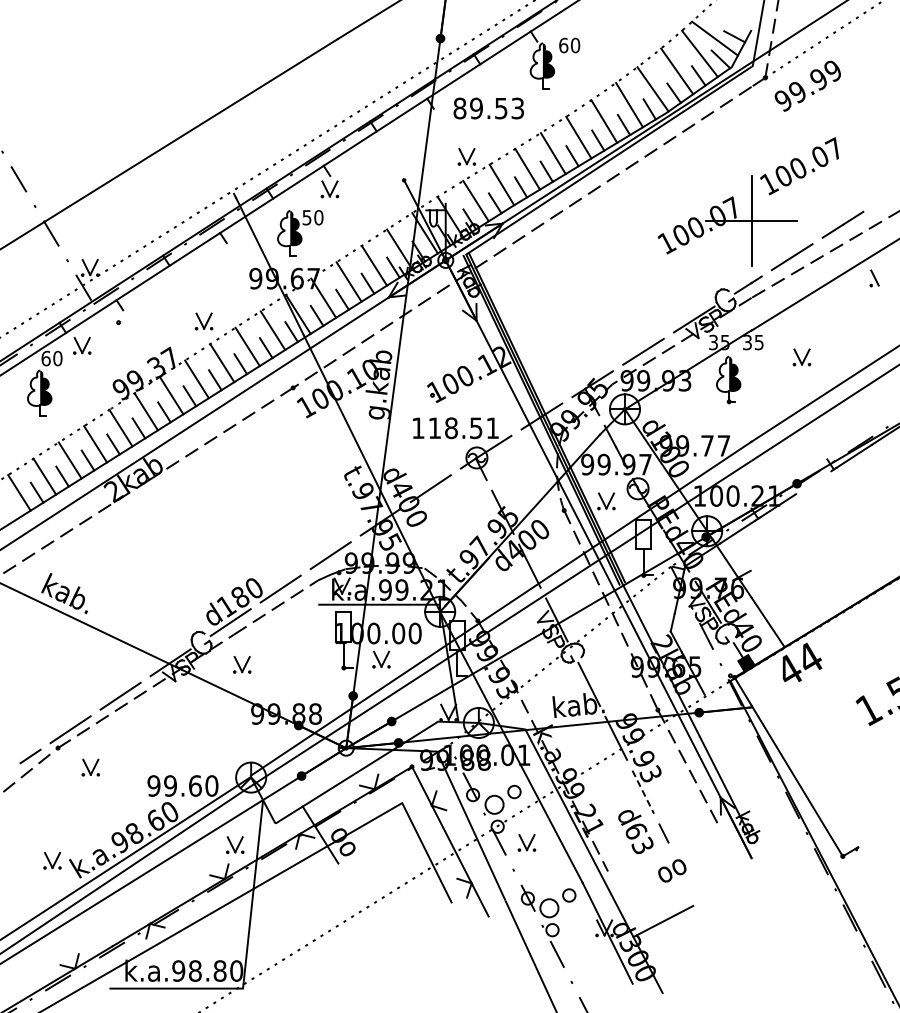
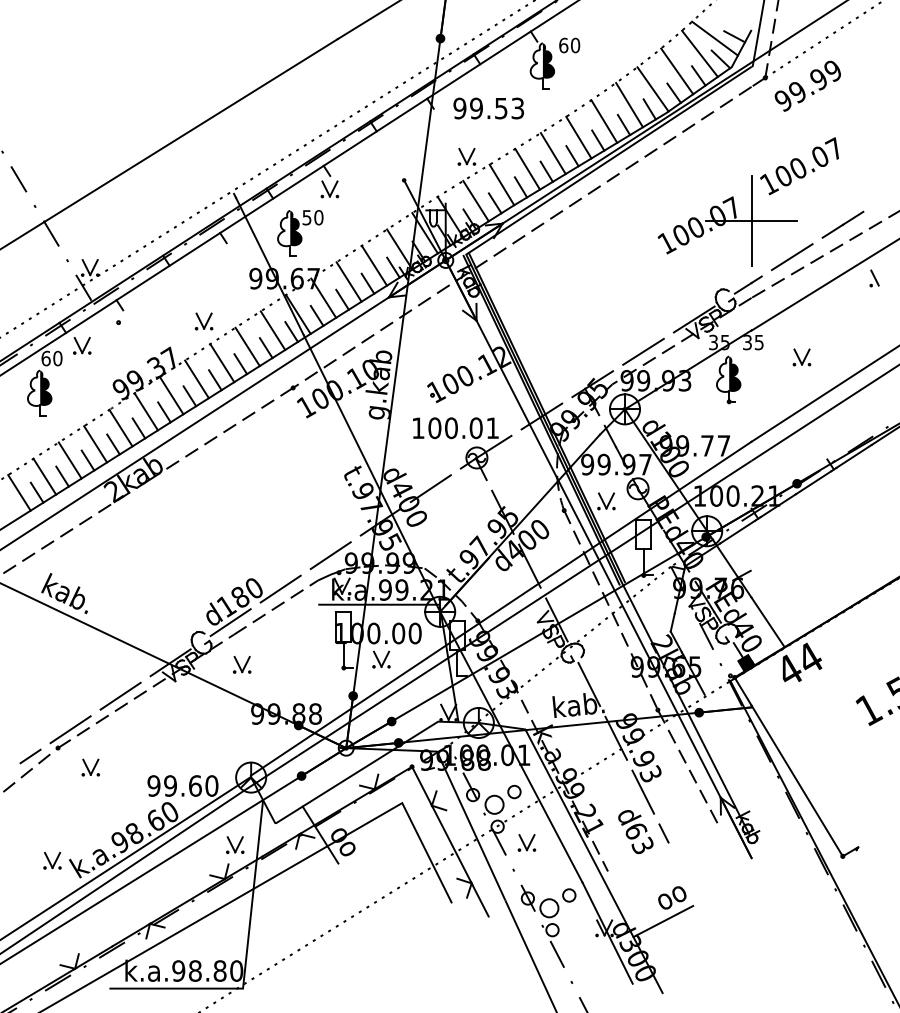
text at (459, 108): 89.53 -> 99.53
text at (455, 428): 118.51 -> 100.01
line at (813, 482): none -> present
line at (643, 792): dashed -> solid
text at (672, 870) position: (672, 870) -> (672, 897)
